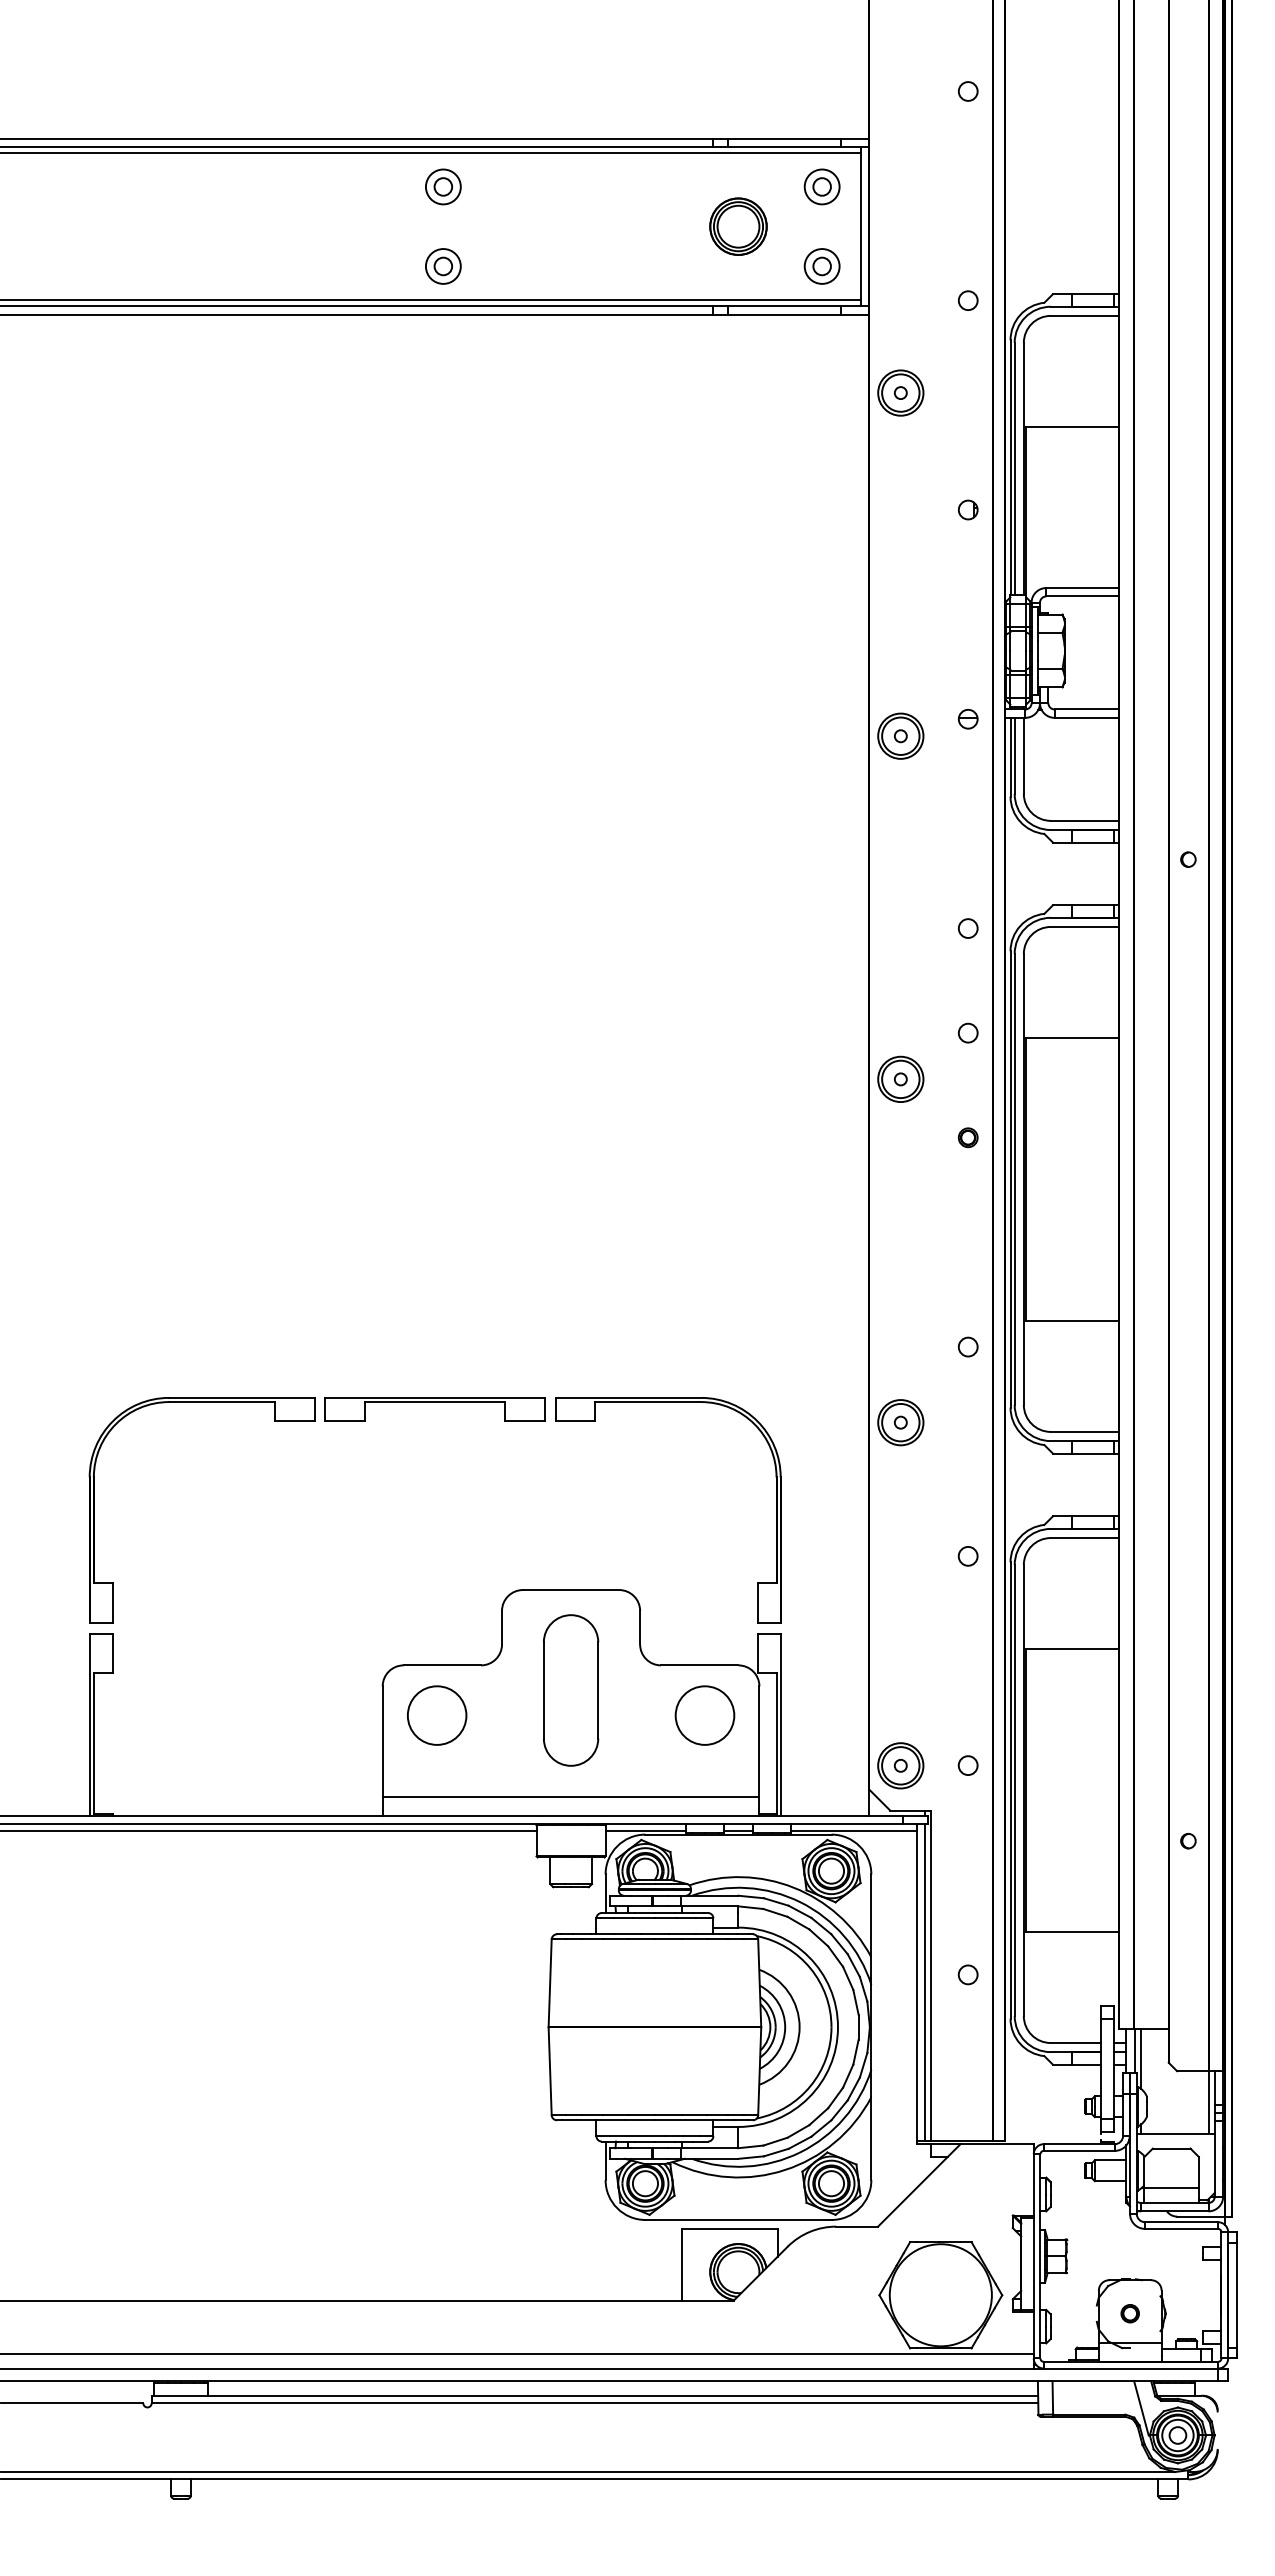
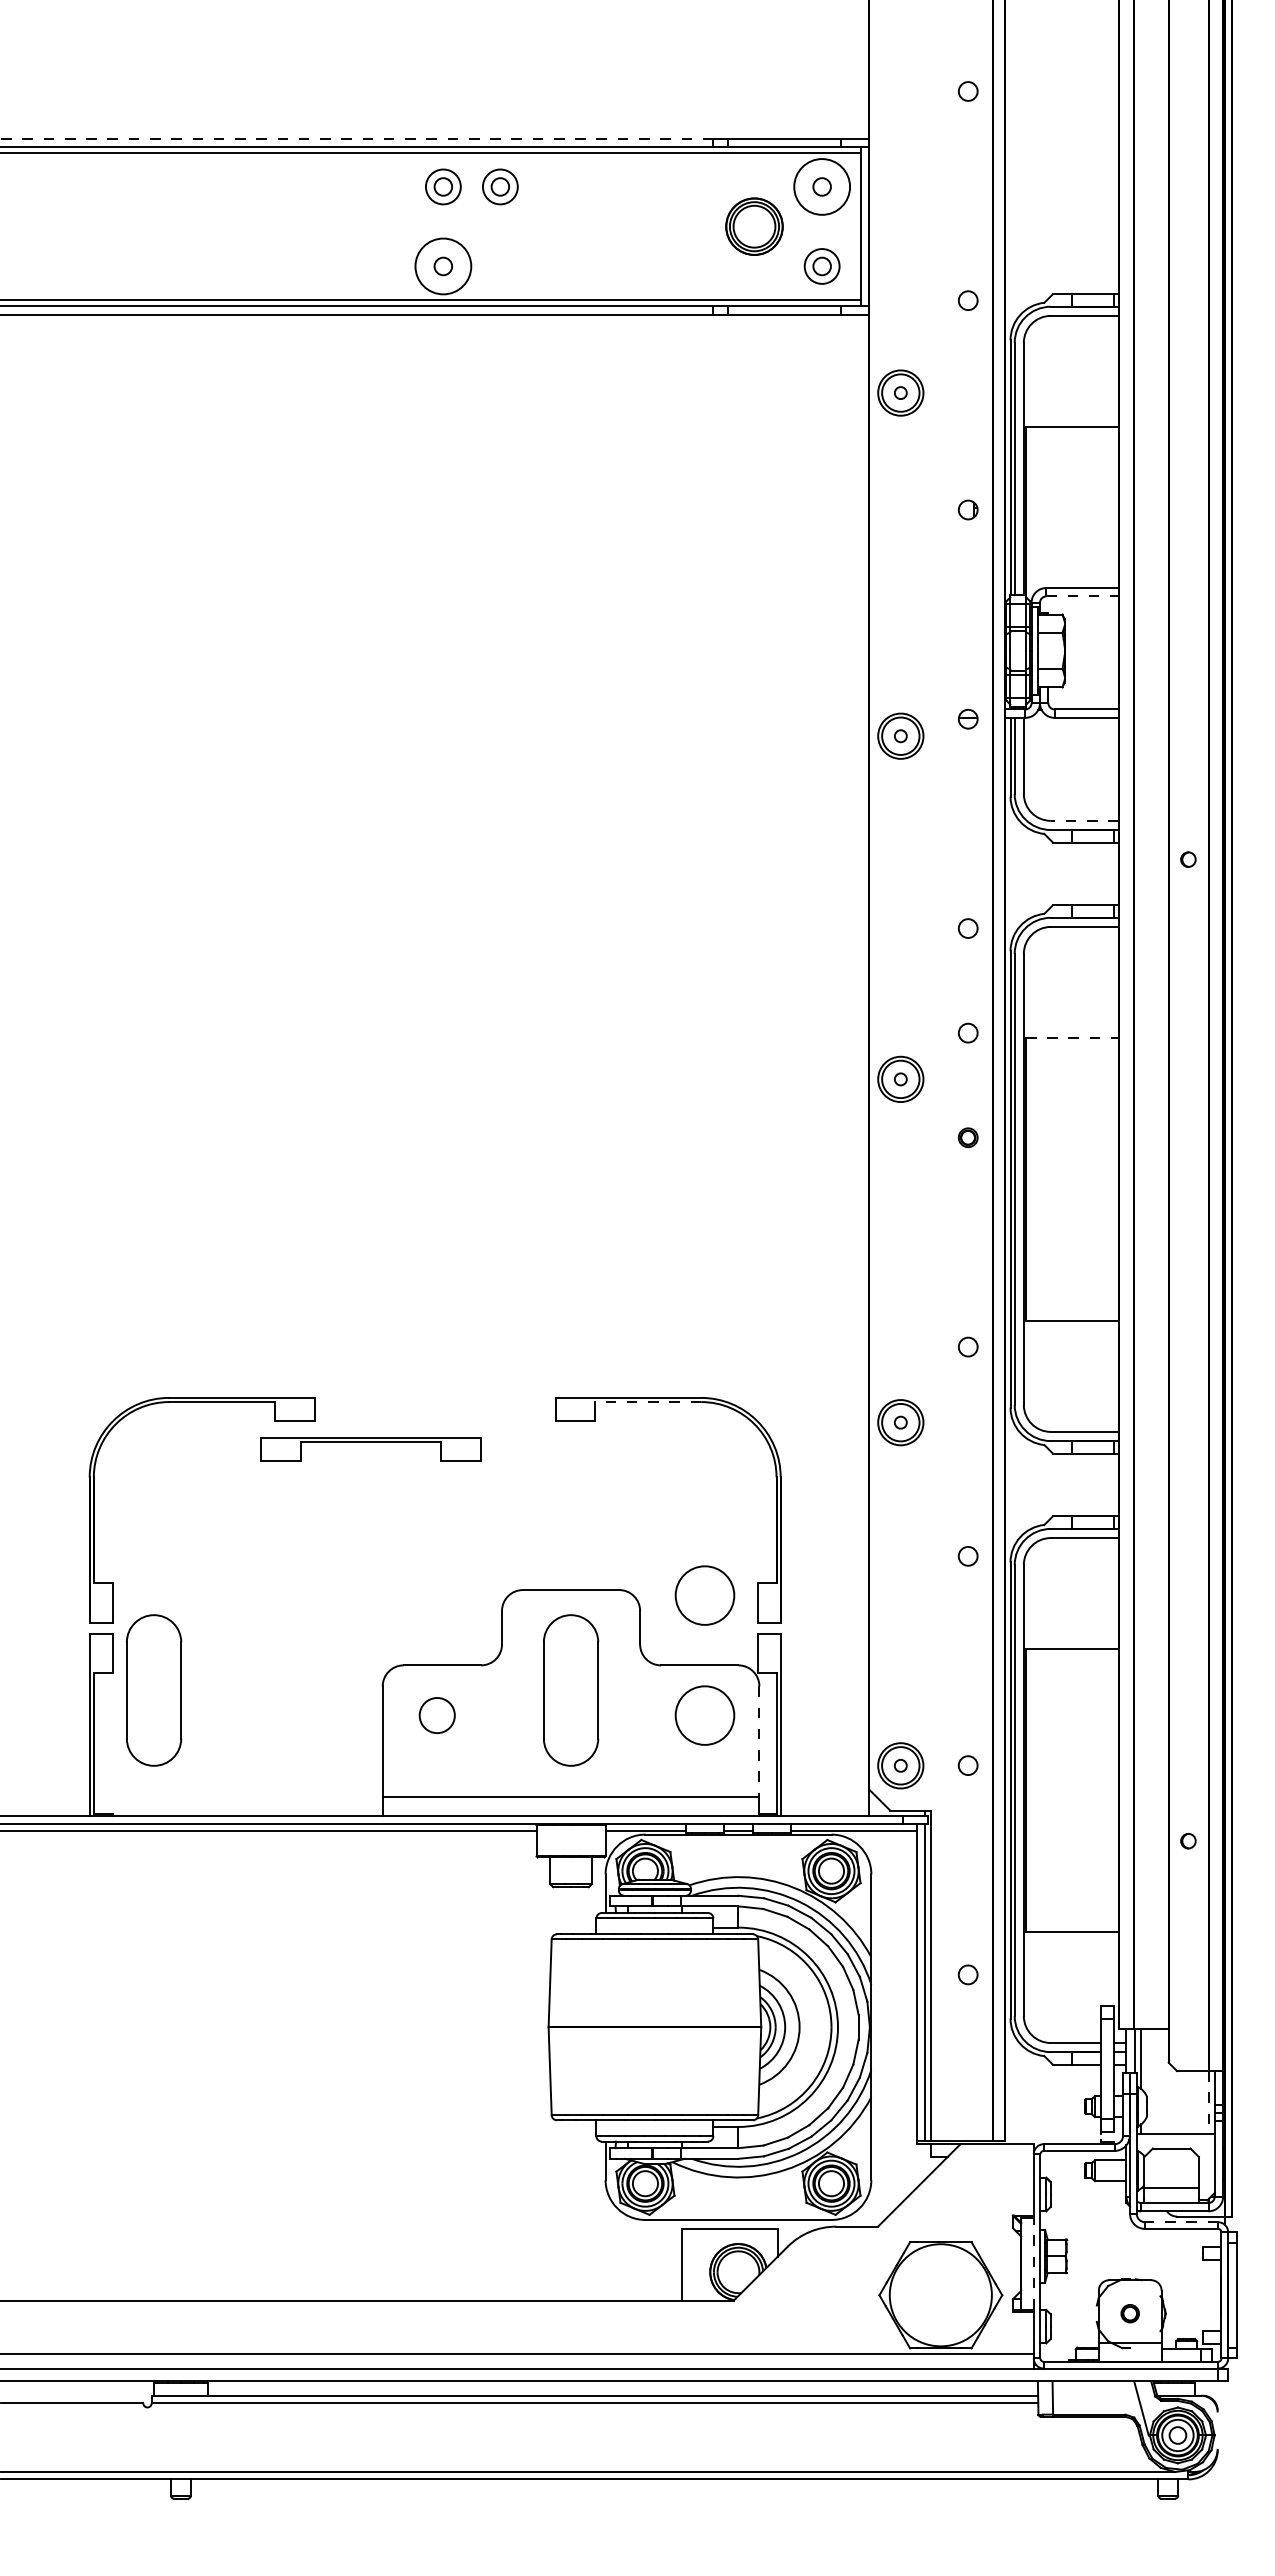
line at (356, 138): solid -> dashed
part at (500, 186): none -> present
circle at (821, 186) diameter: 35 px -> 56 px
part at (738, 226) position: (738, 226) -> (754, 226)
circle at (442, 266) diameter: 35 px -> 56 px
line at (1083, 596): solid -> dashed
line at (1084, 820): solid -> dashed
line at (1072, 1038): solid -> dashed
part at (434, 1402) position: (434, 1402) -> (370, 1442)
line at (648, 1402): solid -> dashed
circle at (704, 1595): none -> present
part at (154, 1690): none -> present
circle at (437, 1715) size: 61x61 px -> 38x37 px
line at (759, 1742): solid -> dashed
line at (1208, 2102): solid -> dashed
line at (1181, 2222): solid -> dashed
line at (1033, 2263): solid -> dashed
